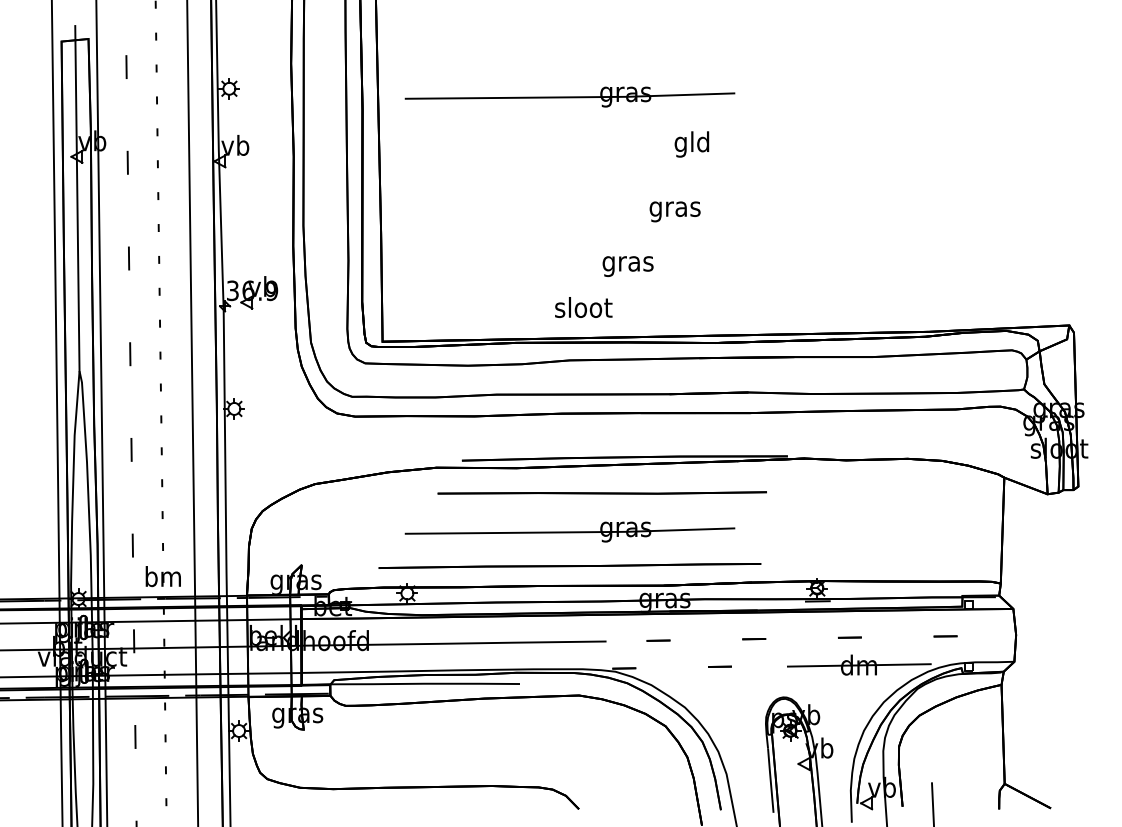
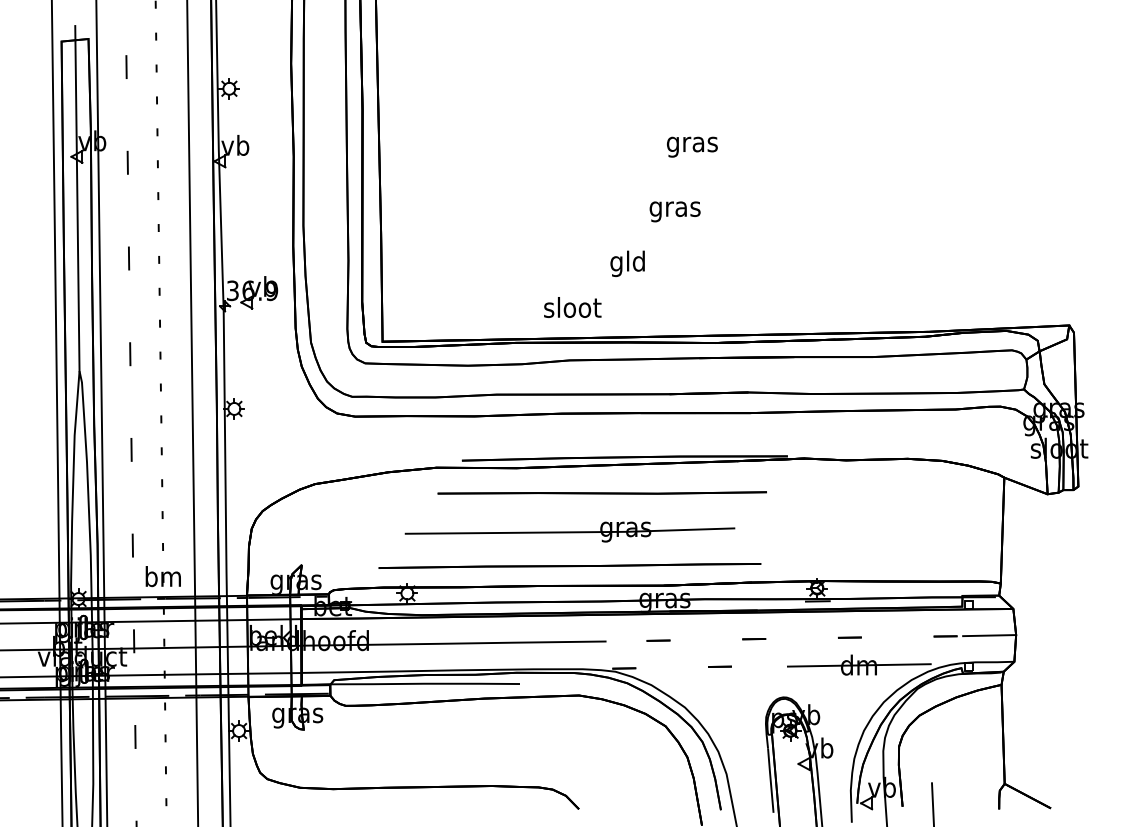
part at (569, 96): present -> none
text at (691, 144): gld -> gras
text at (627, 263): gras -> gld
text at (583, 307) position: (583, 307) -> (572, 307)
line at (989, 635): none -> present
